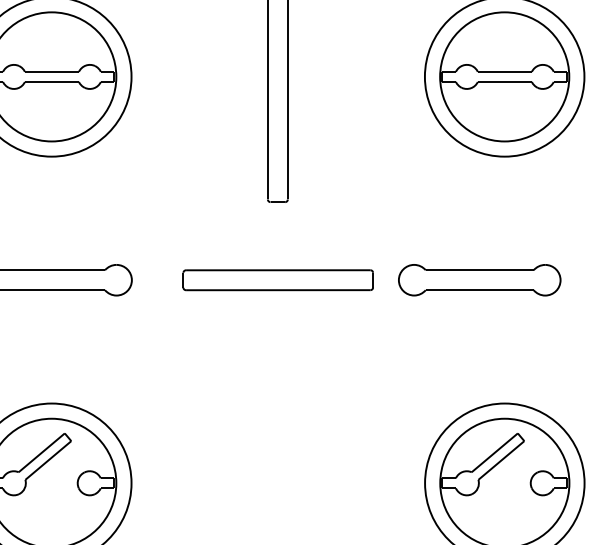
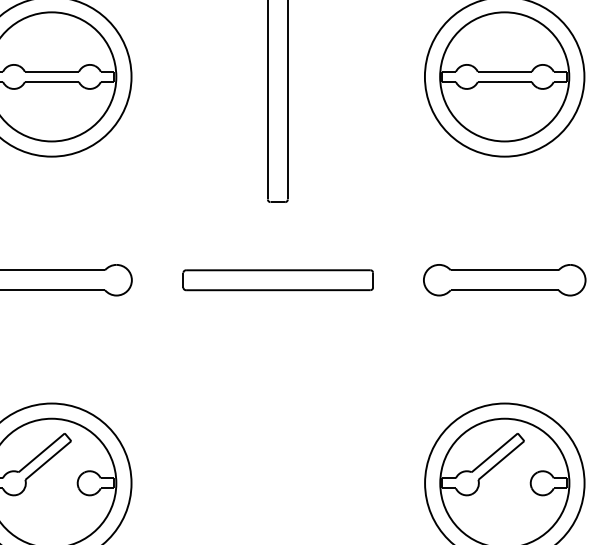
part at (479, 280) position: (479, 280) -> (504, 280)
